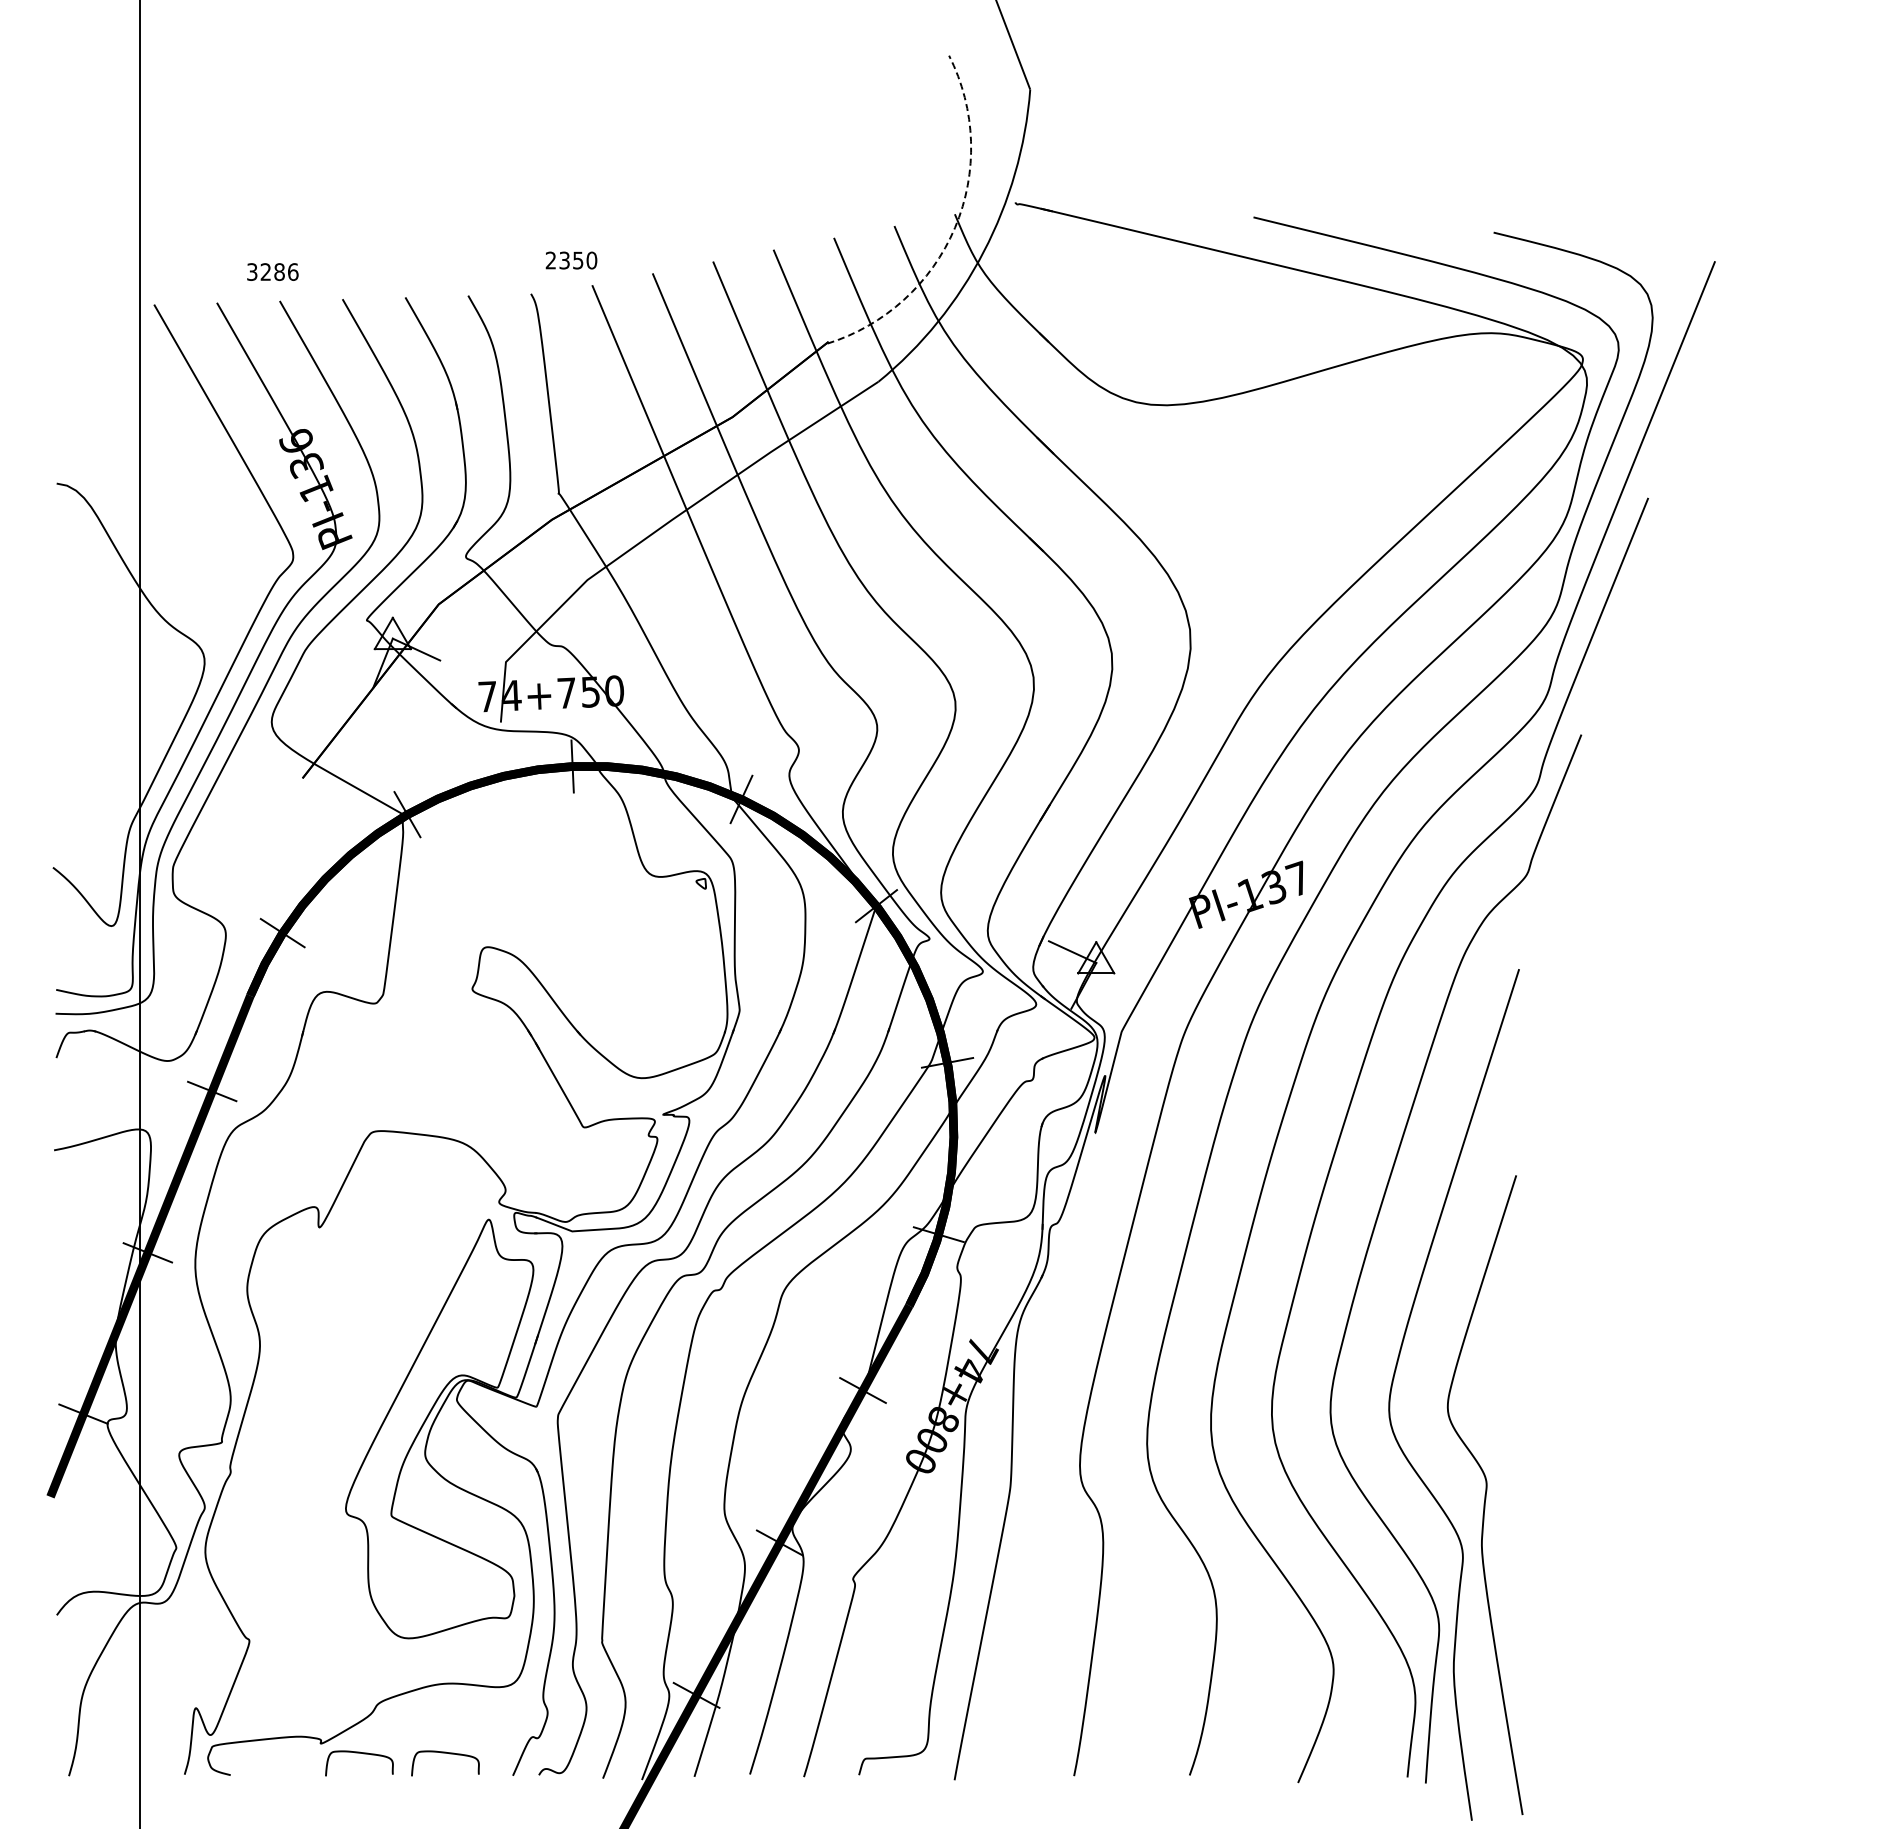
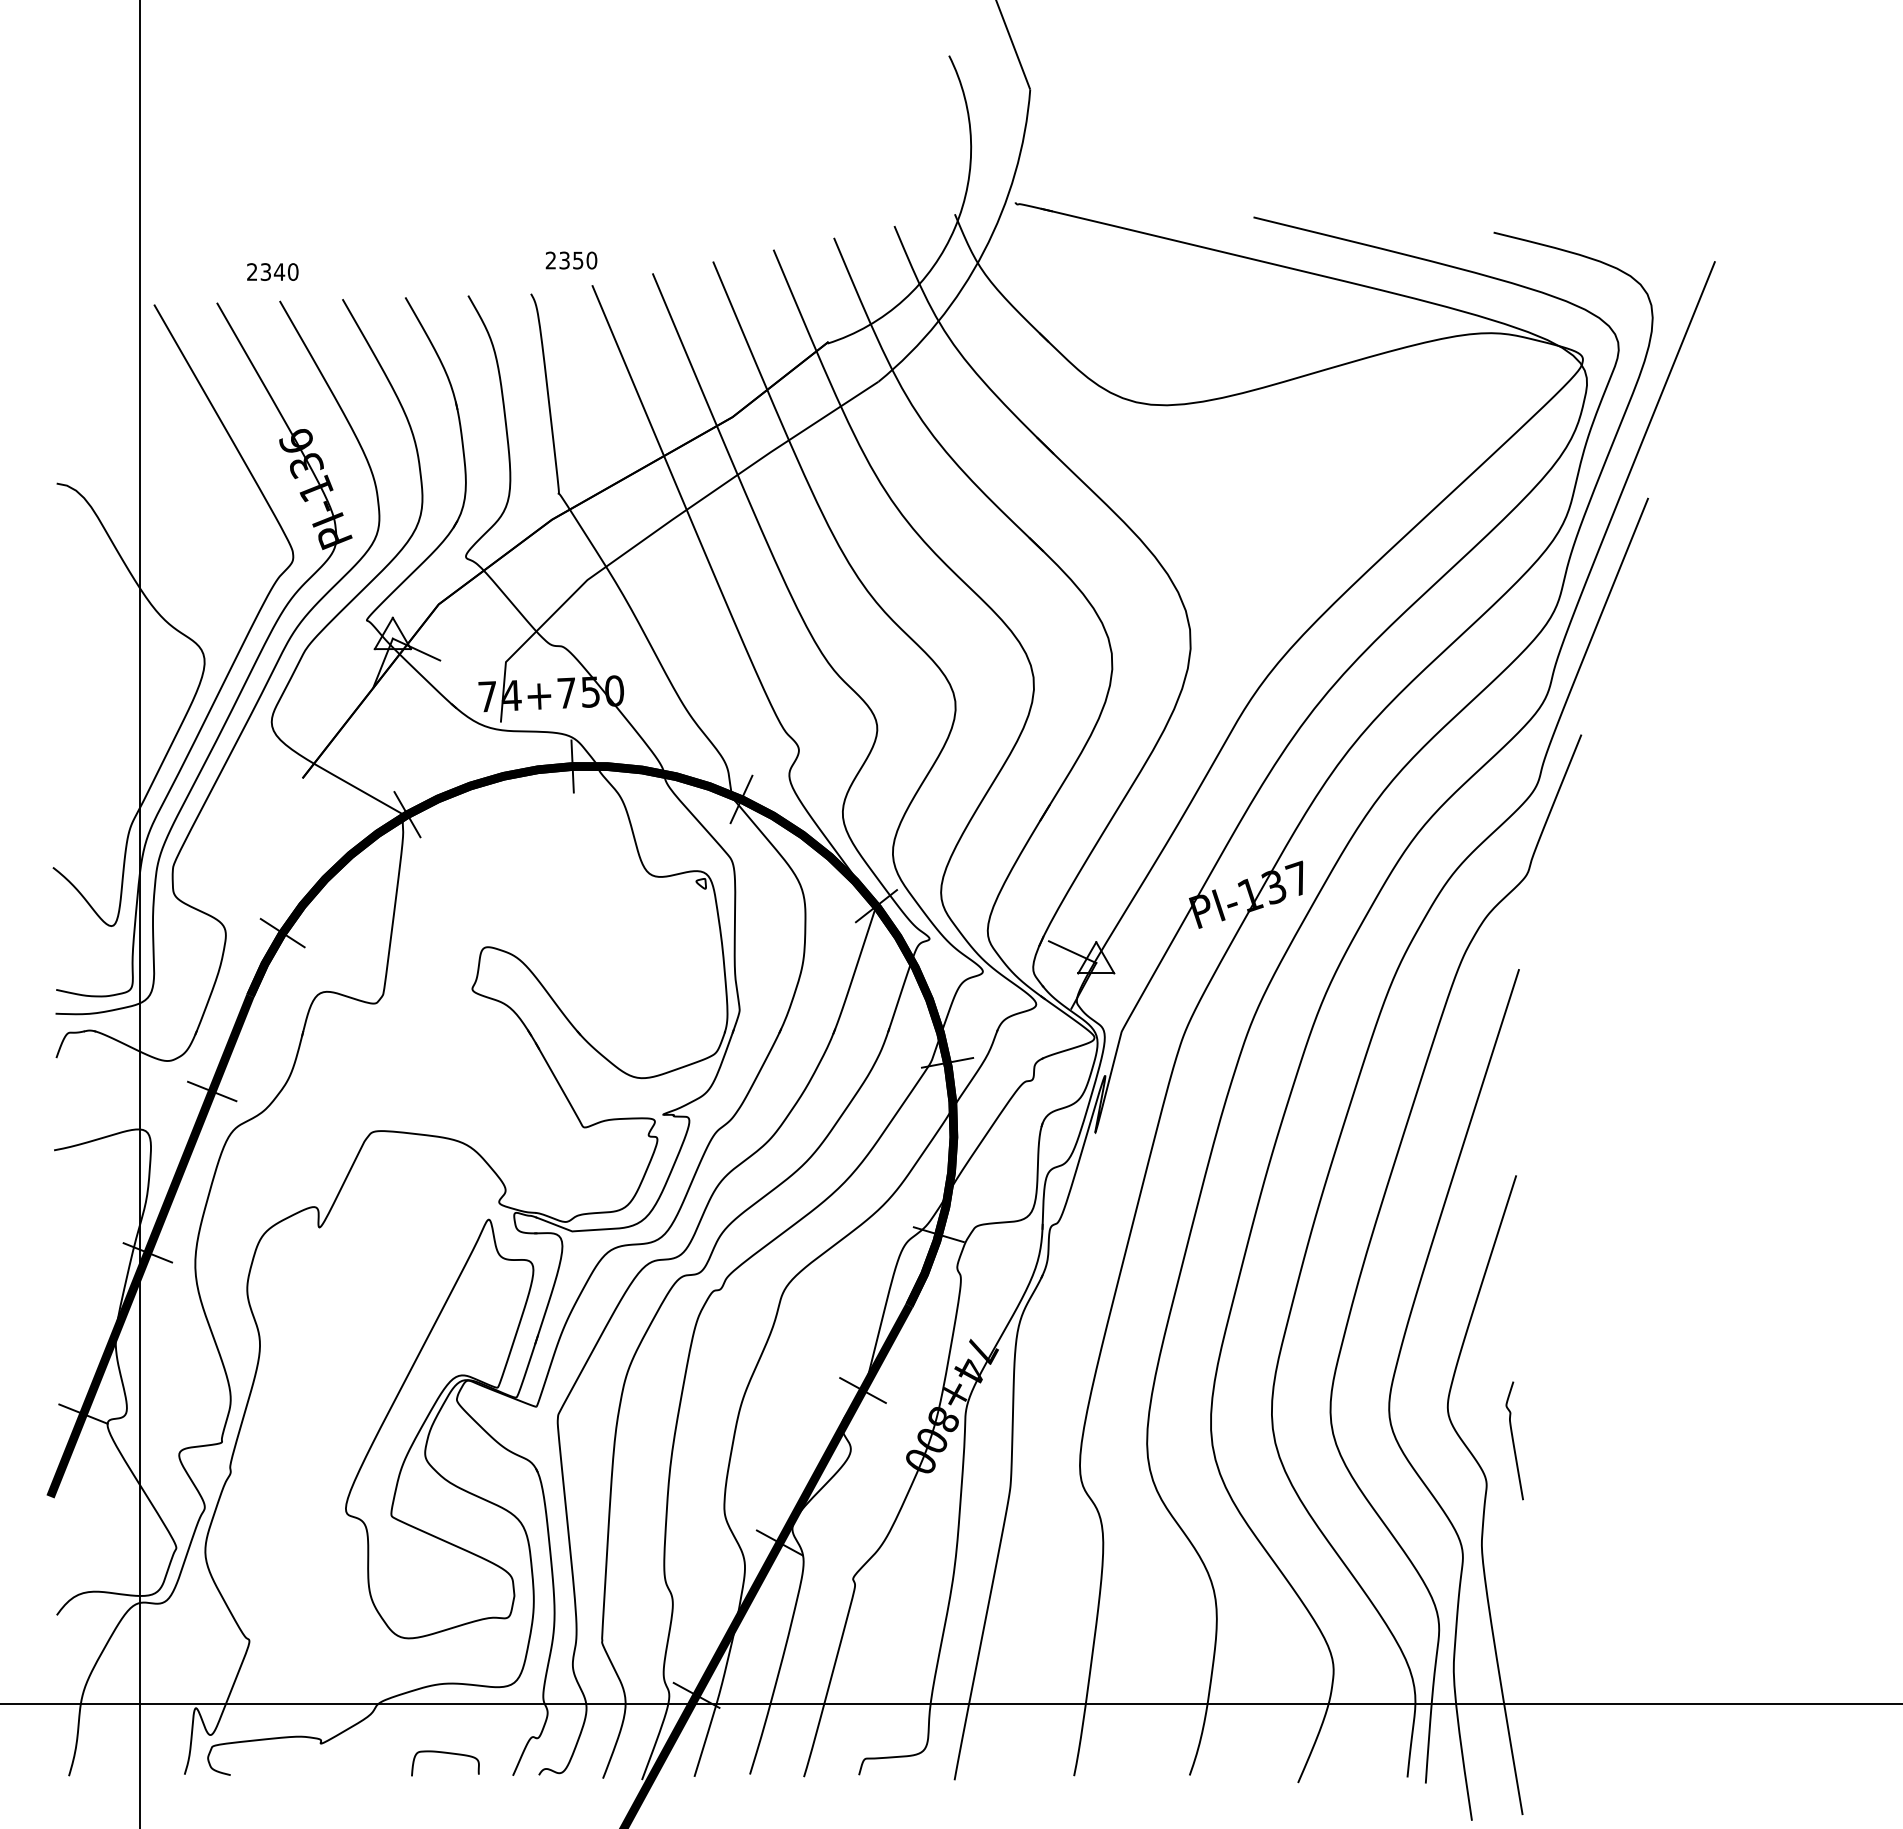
arc at (955, 227): dashed -> solid
text at (272, 271): 3286 -> 2340
curve at (1513, 1440): none -> present
line at (950, 1704): none -> present
curve at (363, 1754): present -> none
